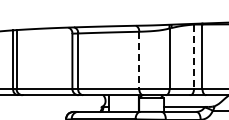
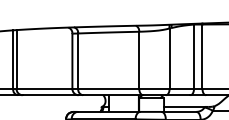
line at (193, 57): dashed -> solid
line at (139, 60): dashed -> solid
